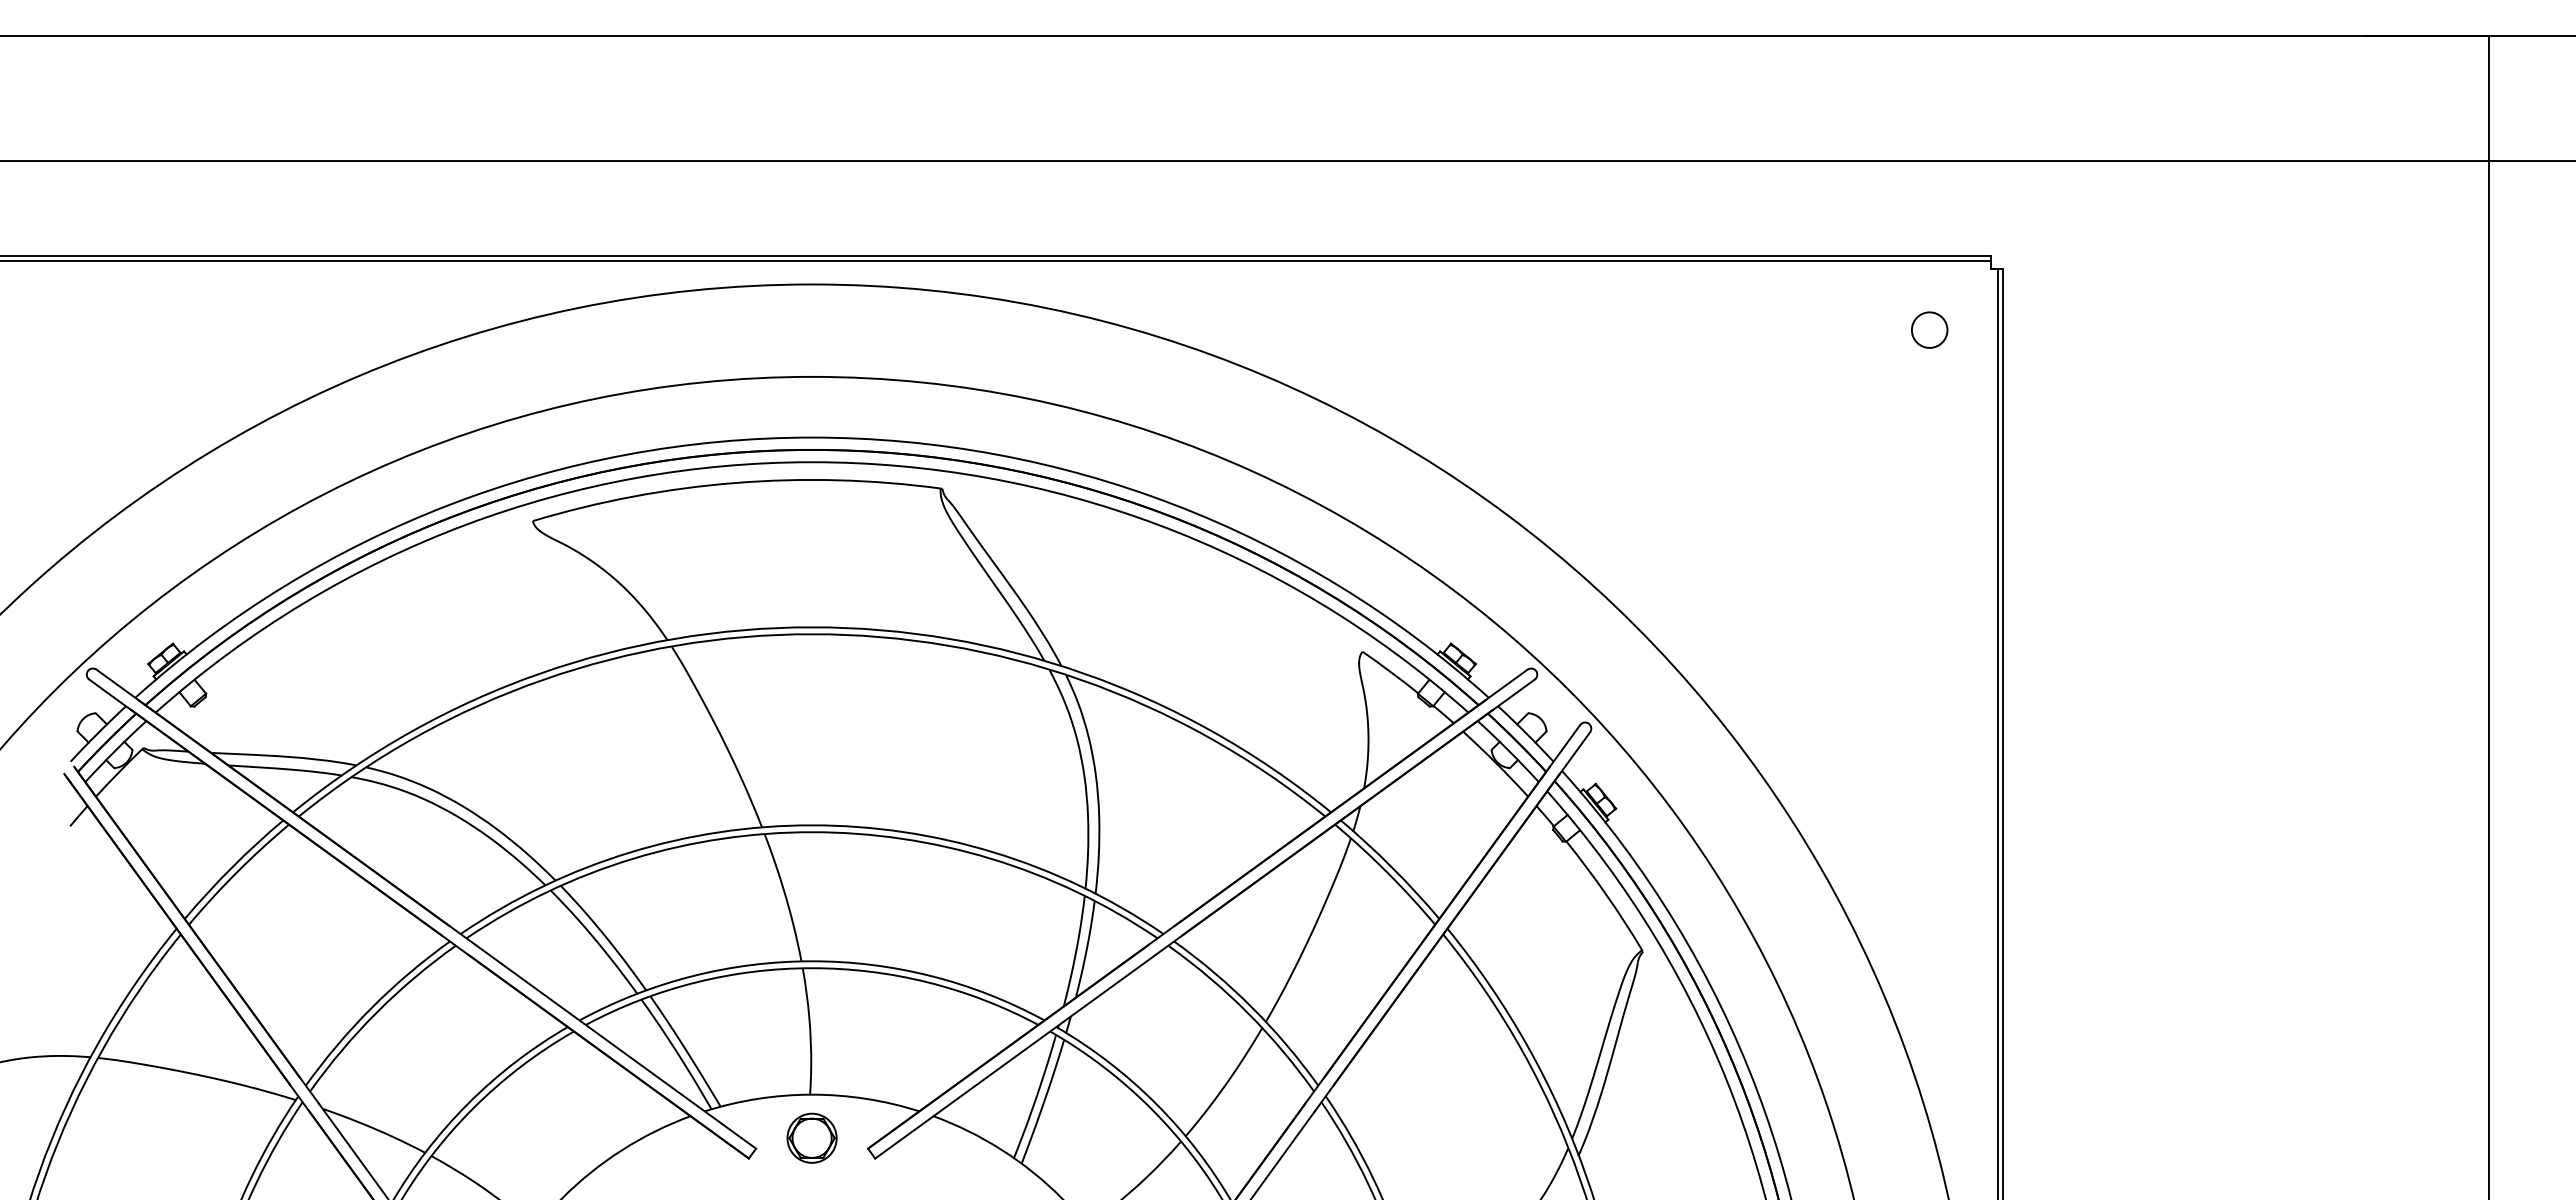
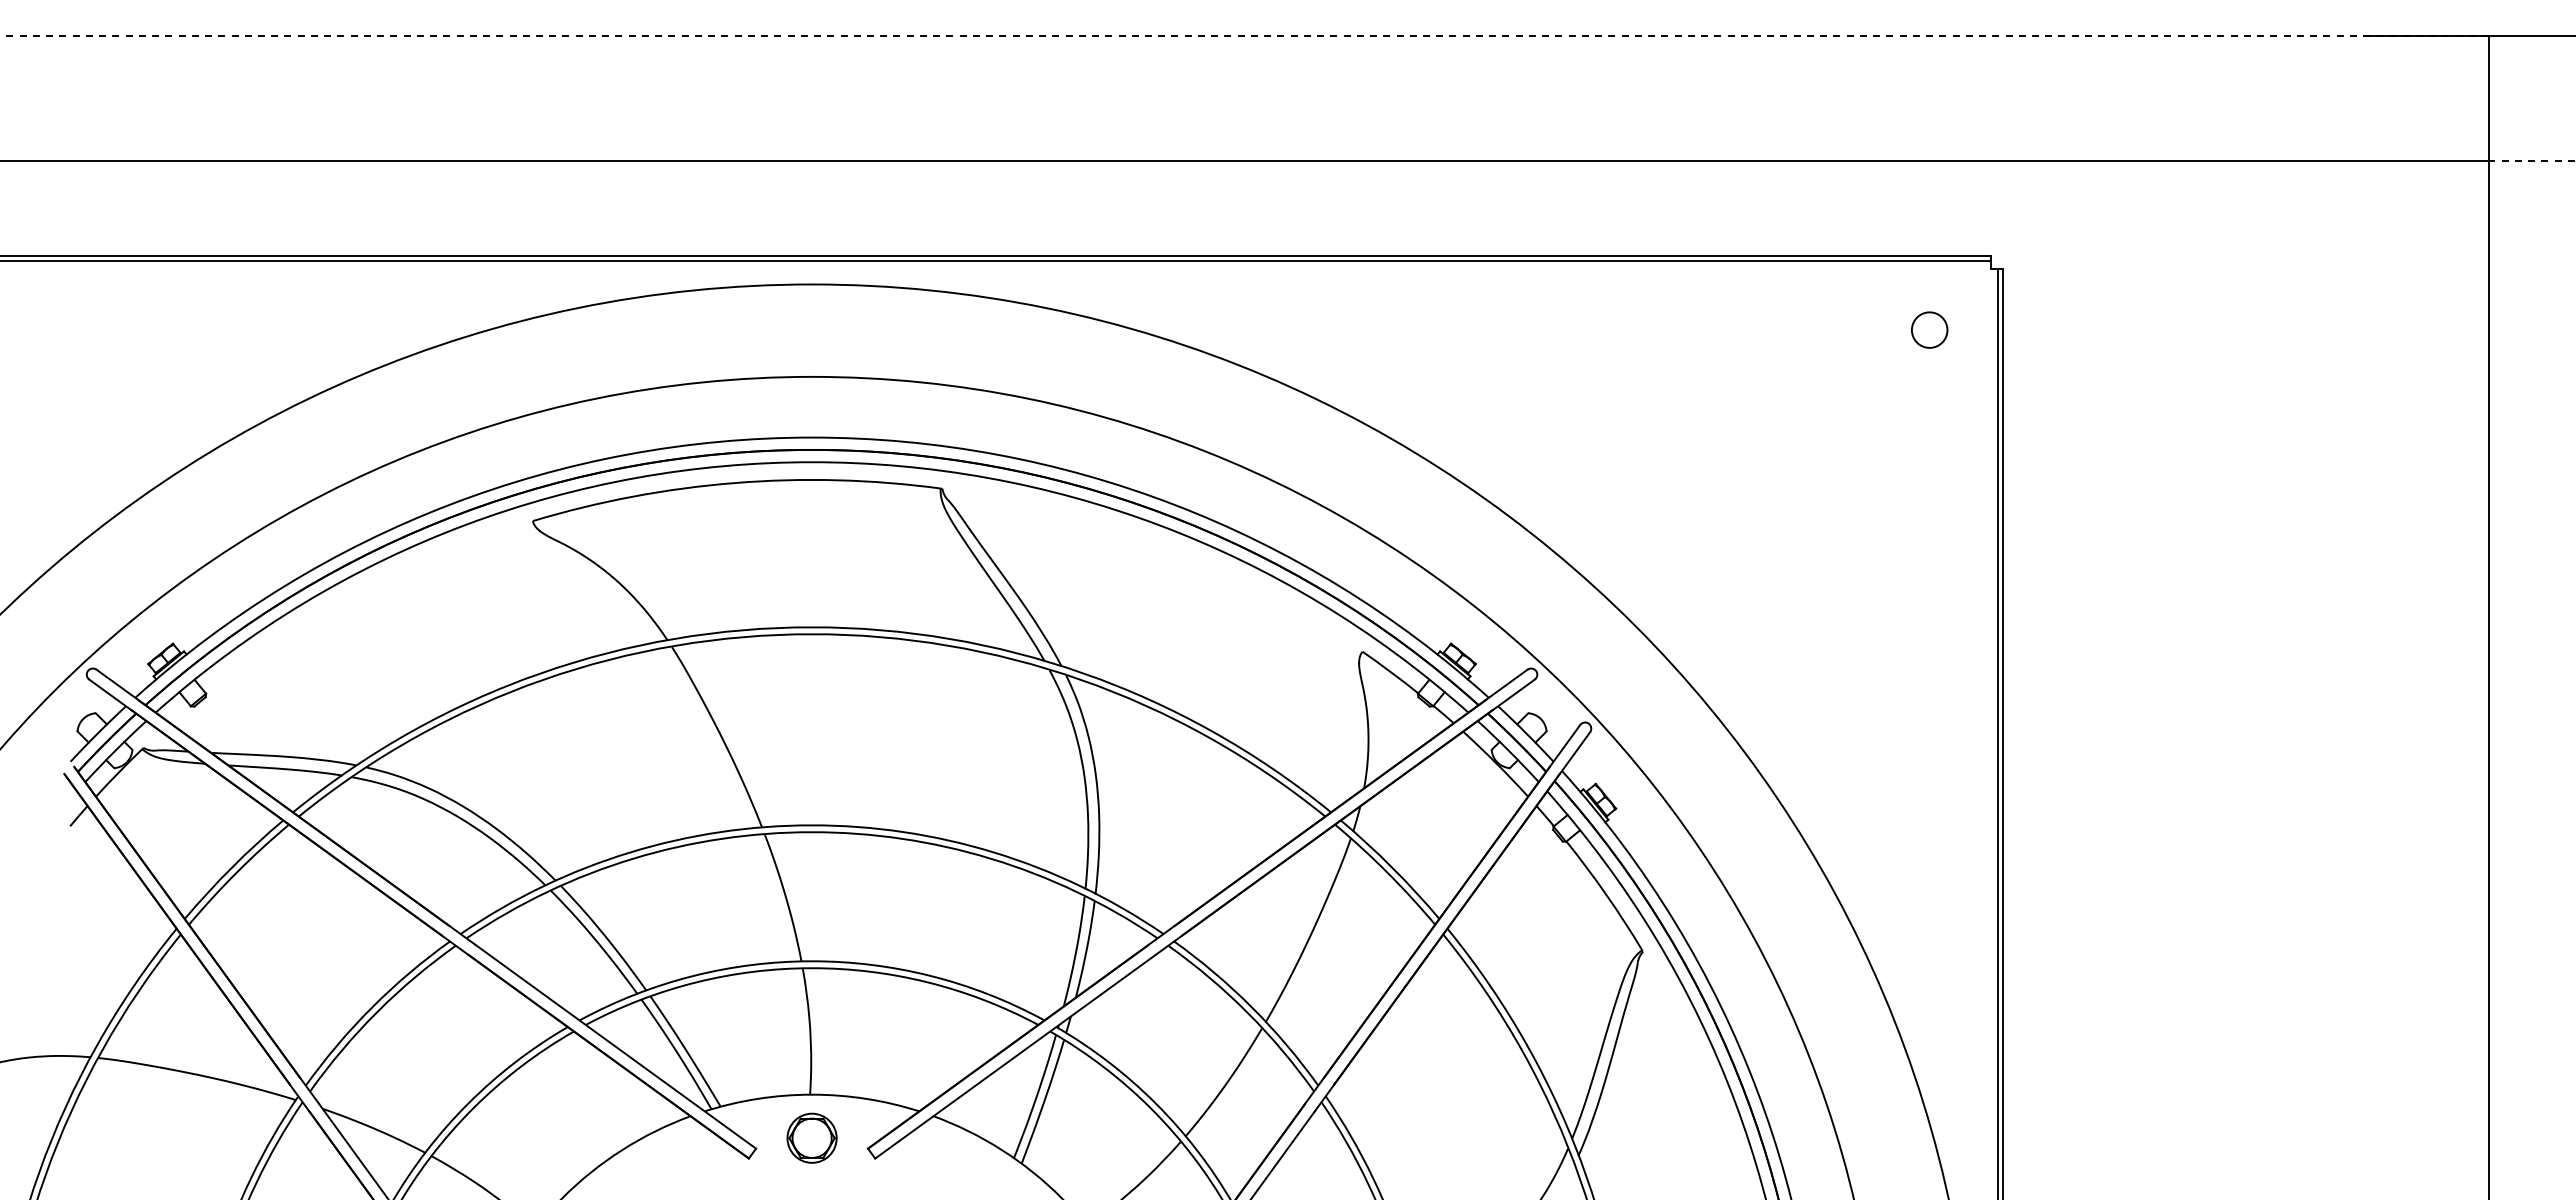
line at (1244, 36): solid -> dashed
line at (2532, 160): solid -> dashed
